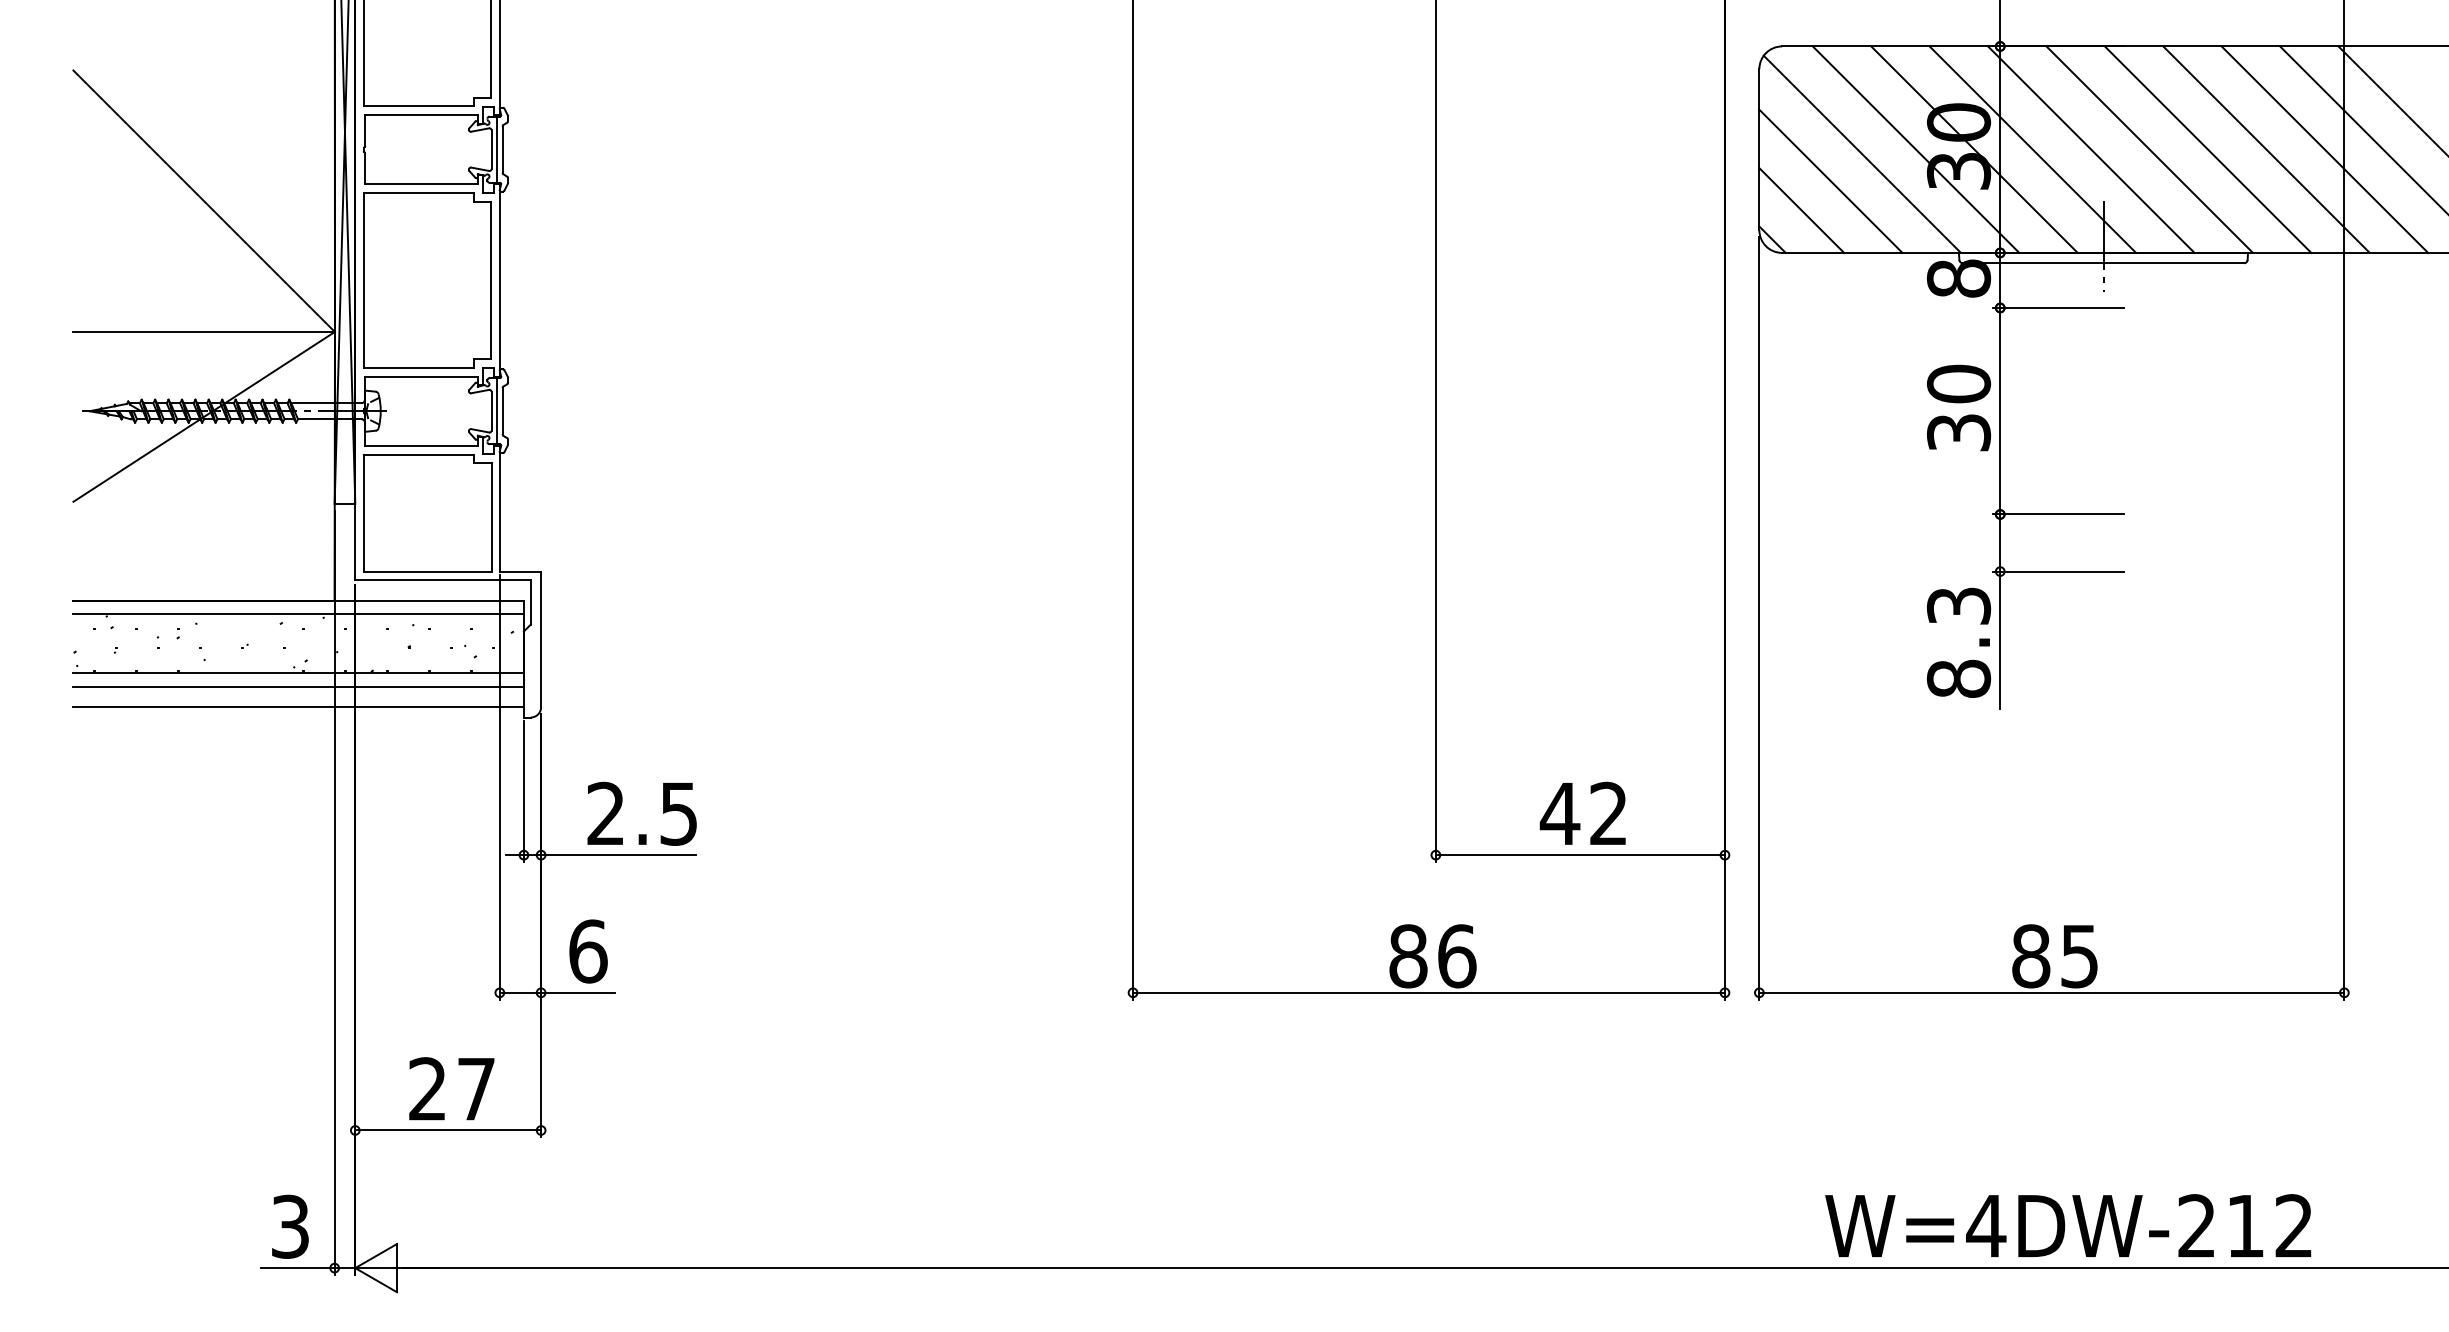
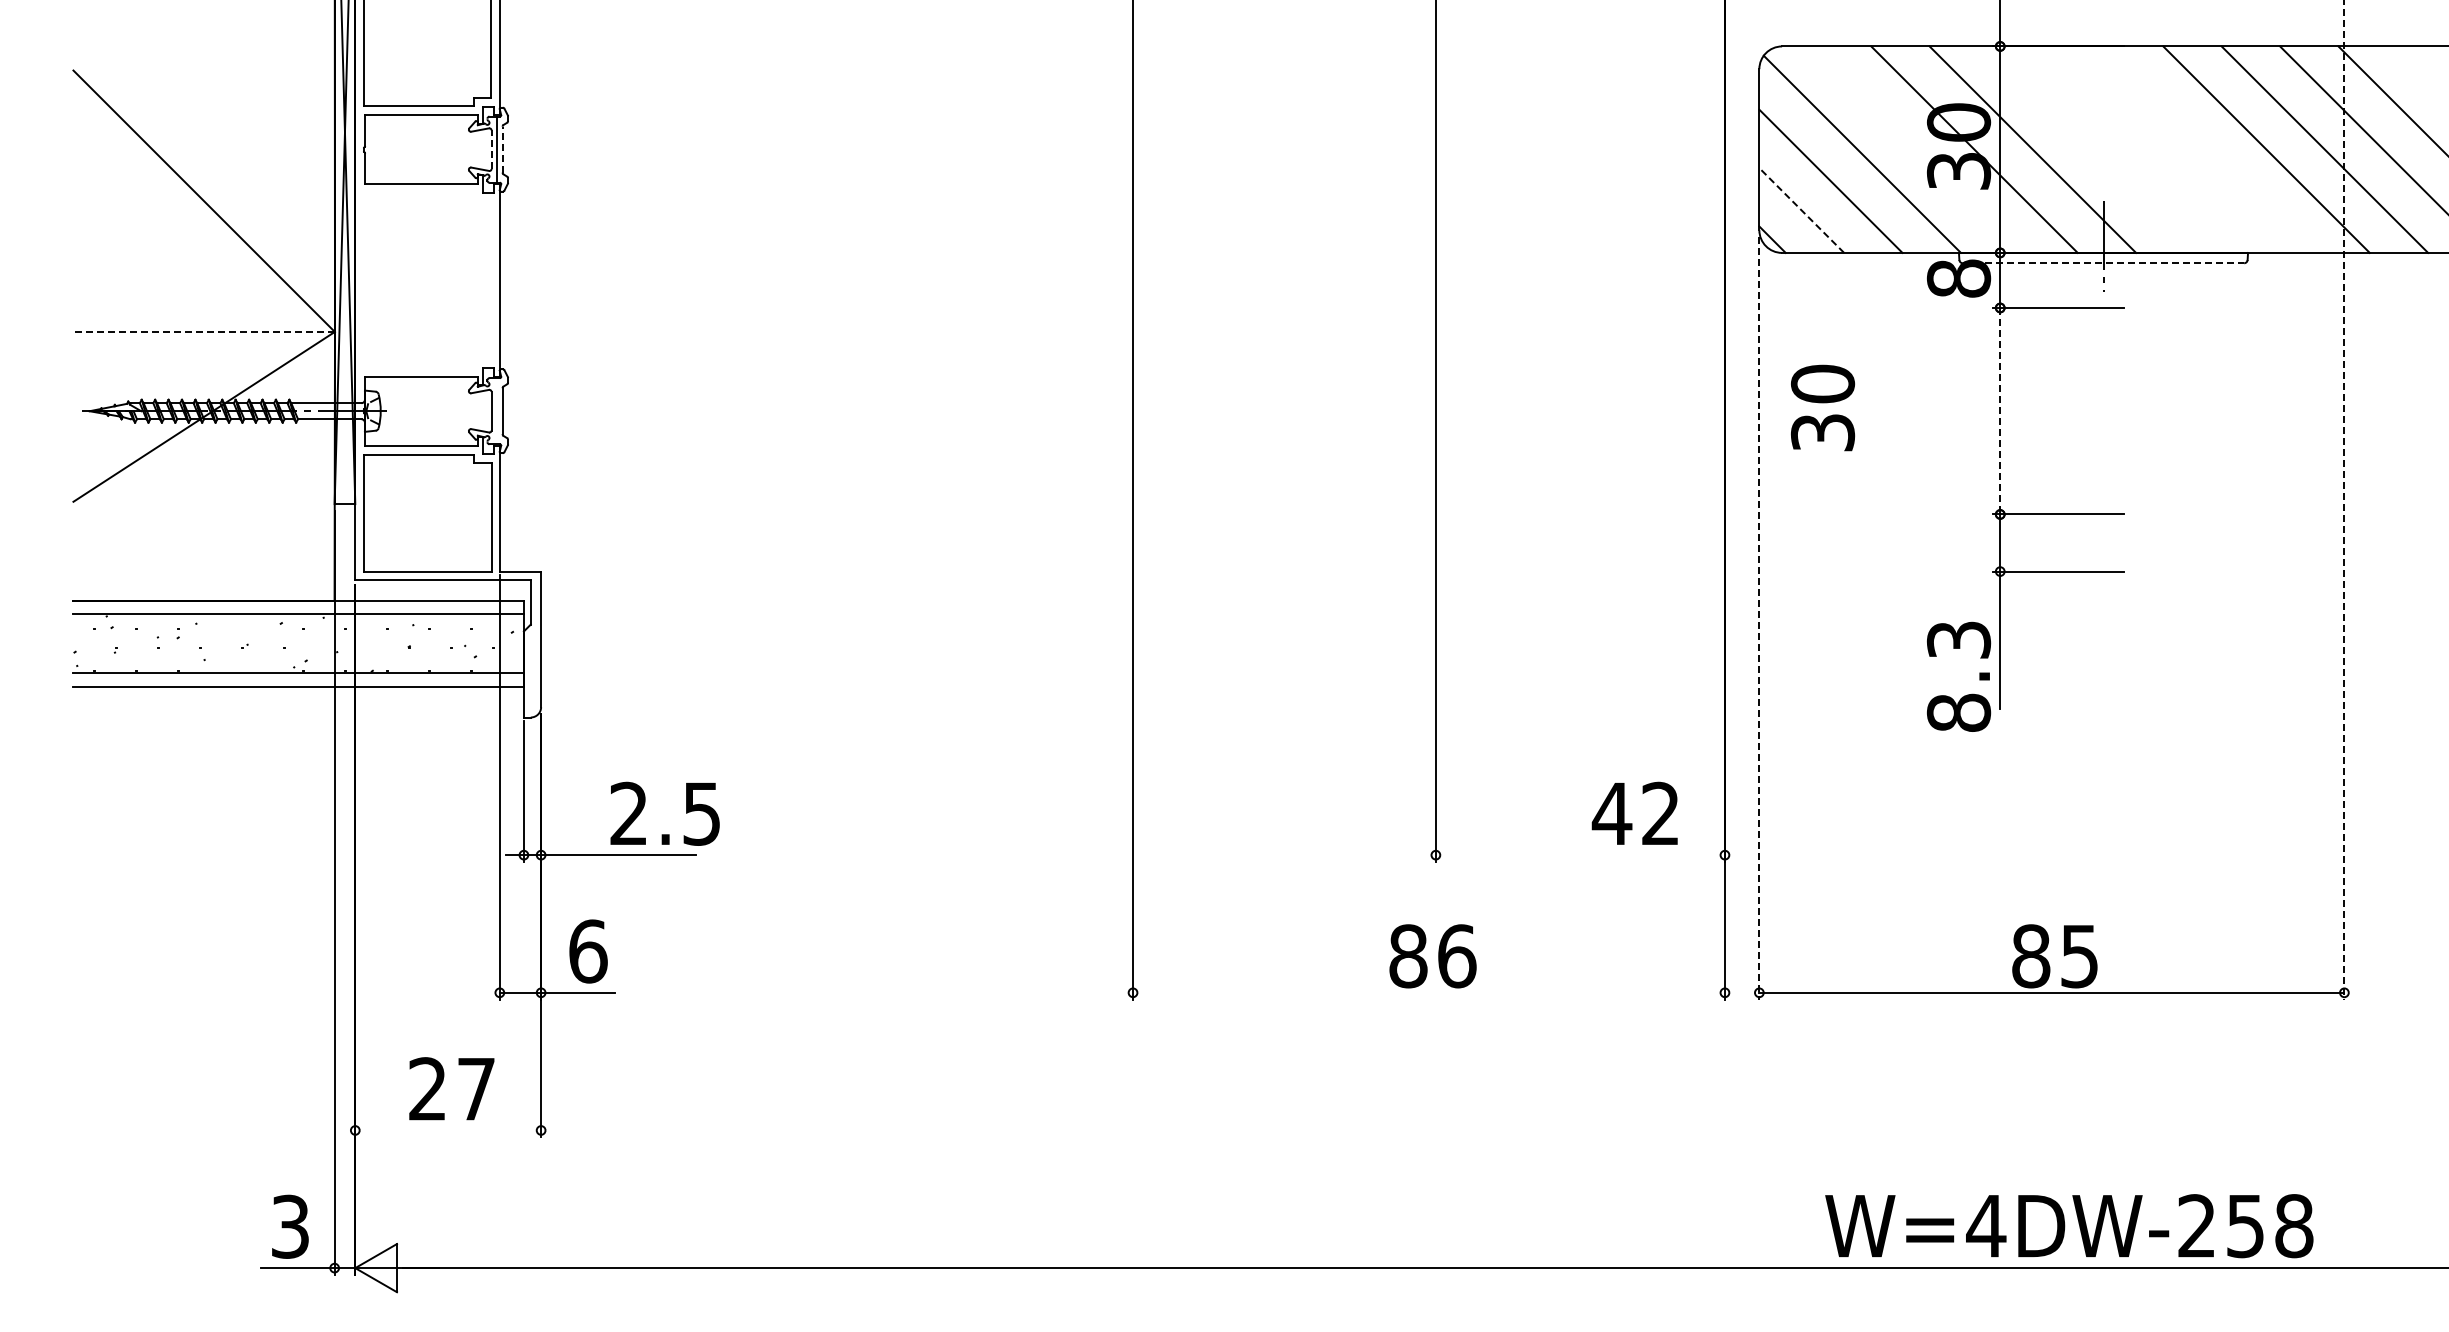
line at (491, 149): solid -> dashed
line at (502, 149): solid -> dashed
line at (1915, 149): present -> none
line at (2091, 149): present -> none
line at (2149, 149): present -> none
line at (2207, 149): present -> none
line at (1801, 210): solid -> dashed
line at (2103, 263): solid -> dashed
part at (427, 280): present -> none
line at (204, 332): solid -> dashed
text at (1959, 407) position: (1959, 407) -> (1823, 407)
line at (497, 411): present -> none
line at (2000, 411): solid -> dashed
line at (2344, 500): solid -> dashed
line at (1759, 618): solid -> dashed
text at (1959, 642) position: (1959, 642) -> (1959, 676)
line at (298, 707): present -> none
text at (1582, 812) position: (1582, 812) -> (1634, 812)
text at (641, 813) position: (641, 813) -> (664, 813)
line at (1579, 855): present -> none
line at (1428, 992): present -> none
line at (448, 1130): present -> none
text at (2270, 1226): W=4DW-212 -> W=4DW-258
